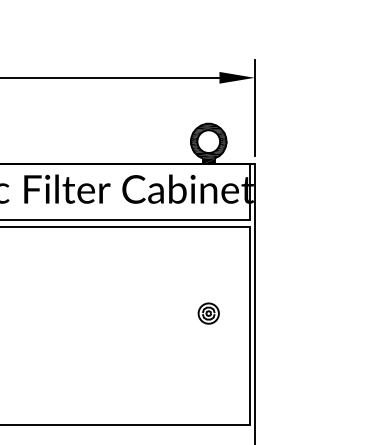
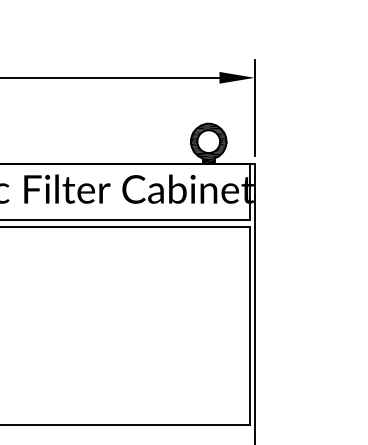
part at (208, 313): present -> none
